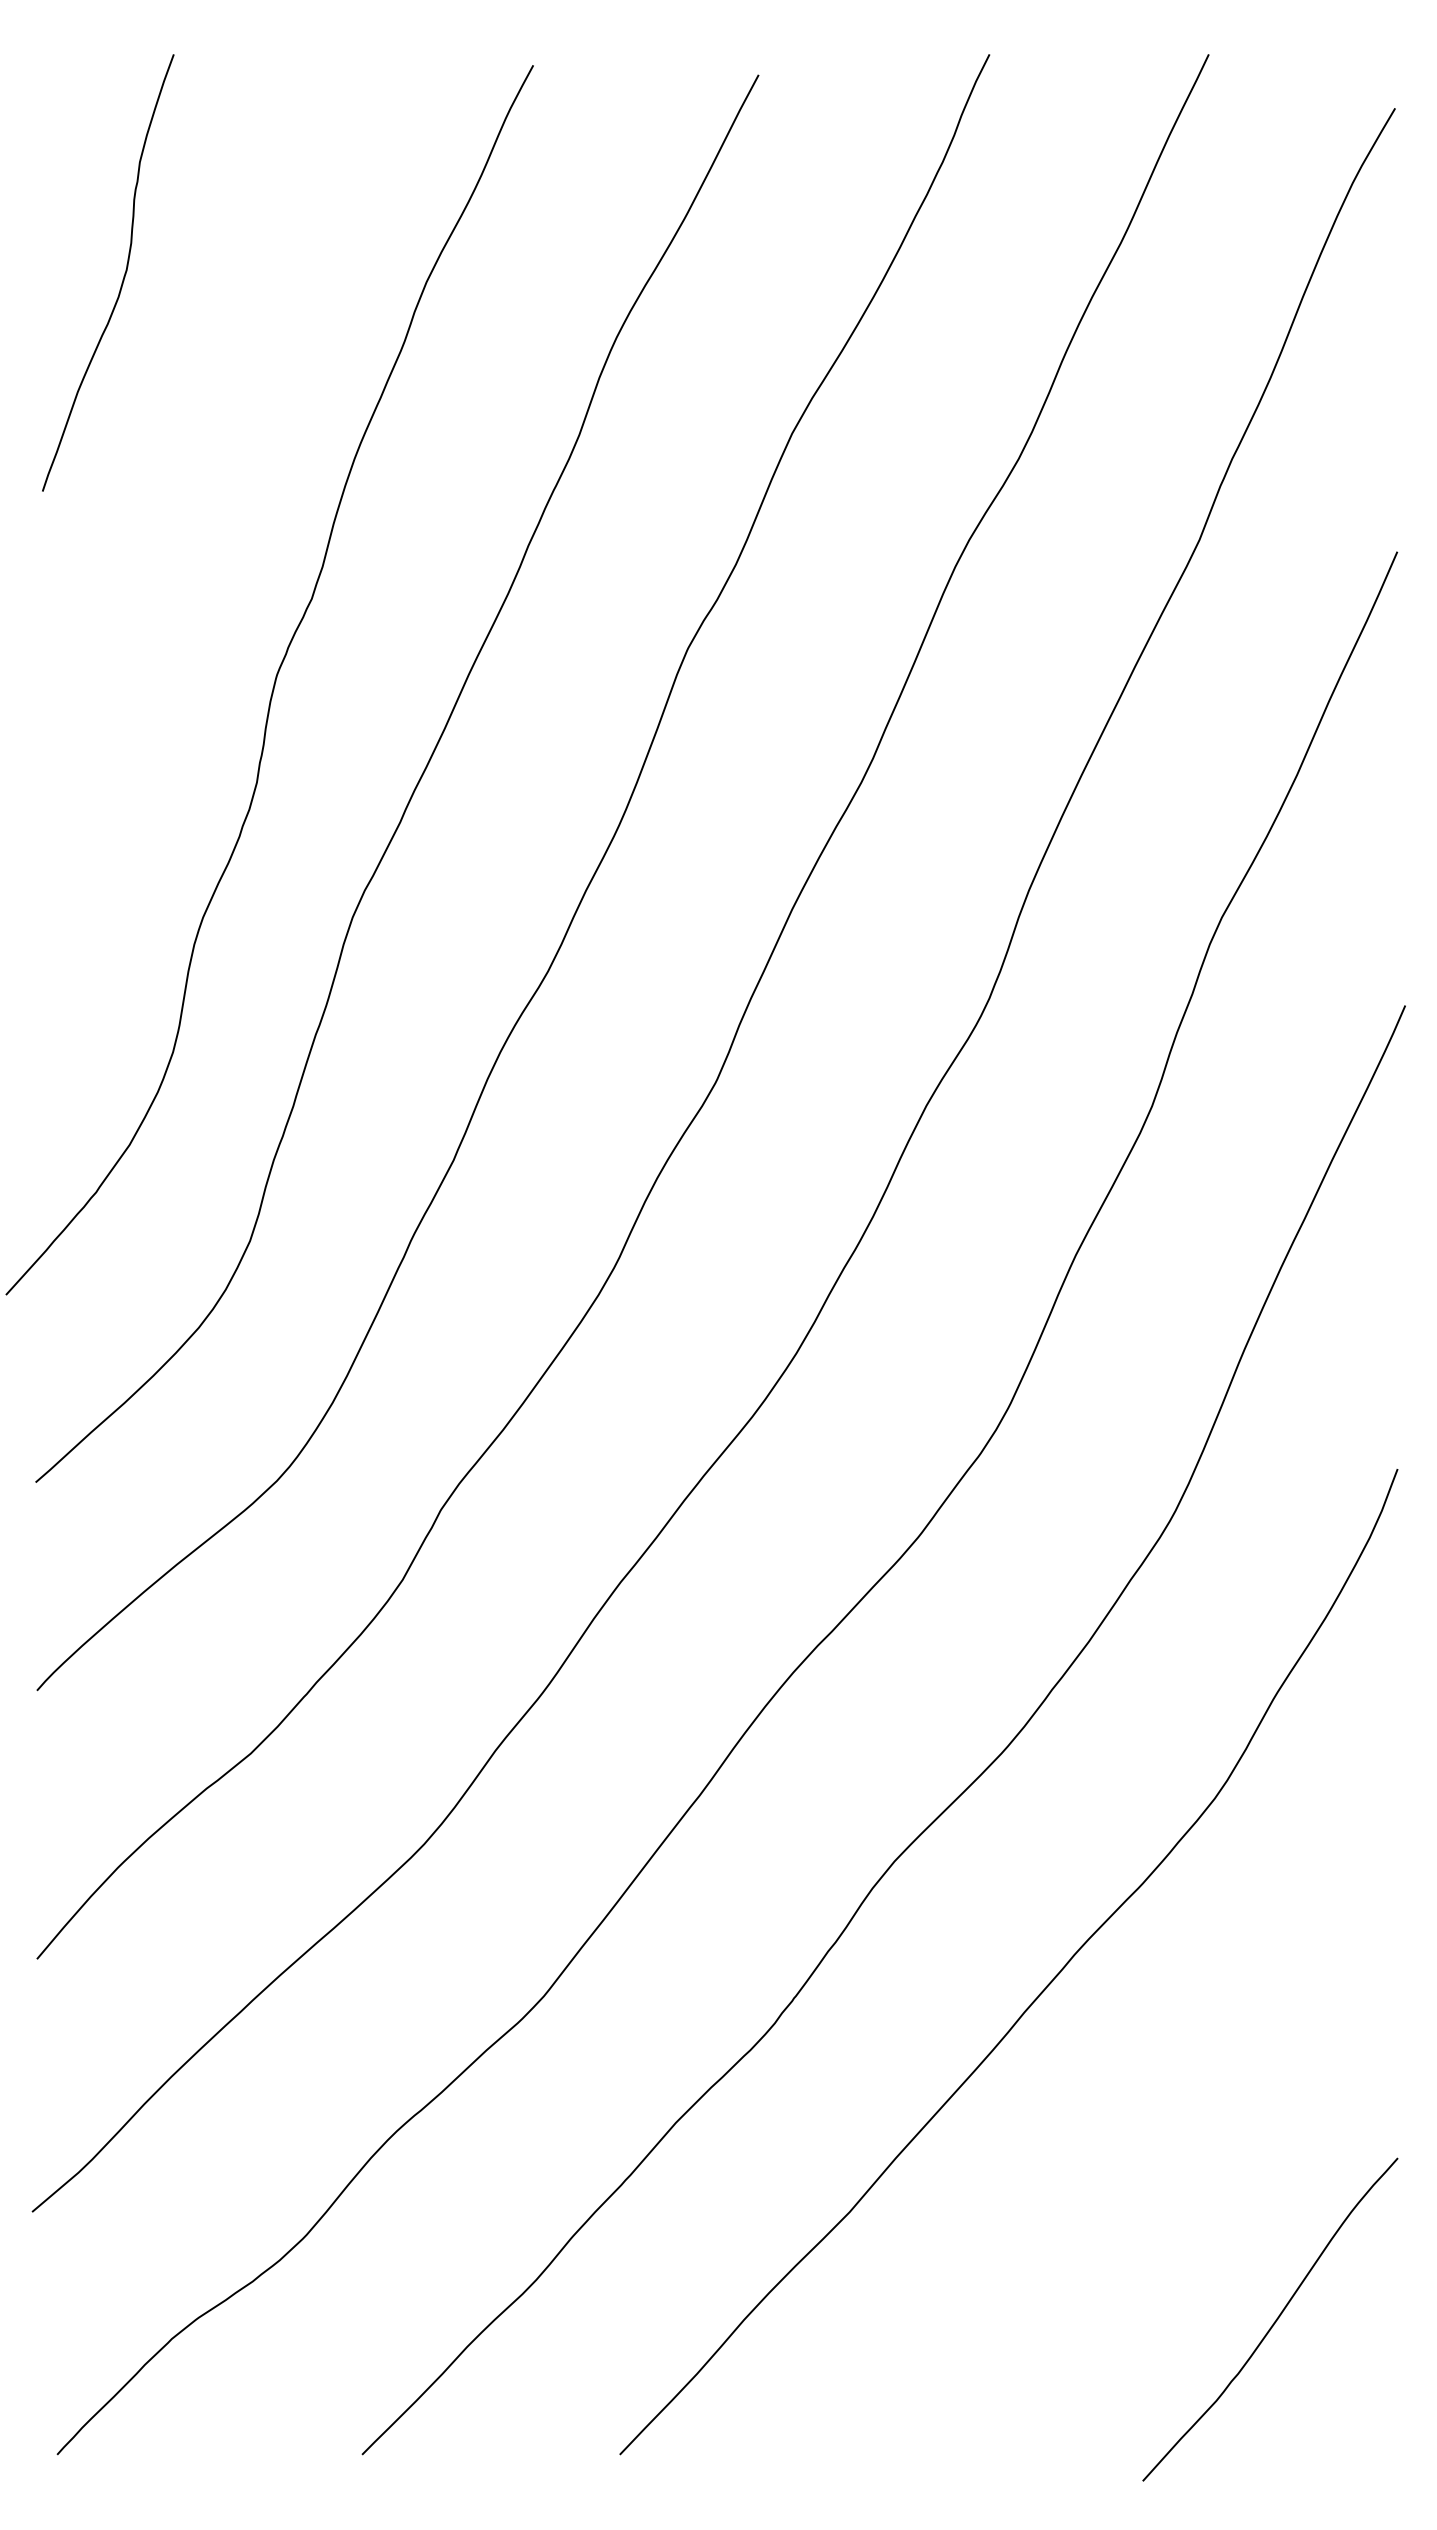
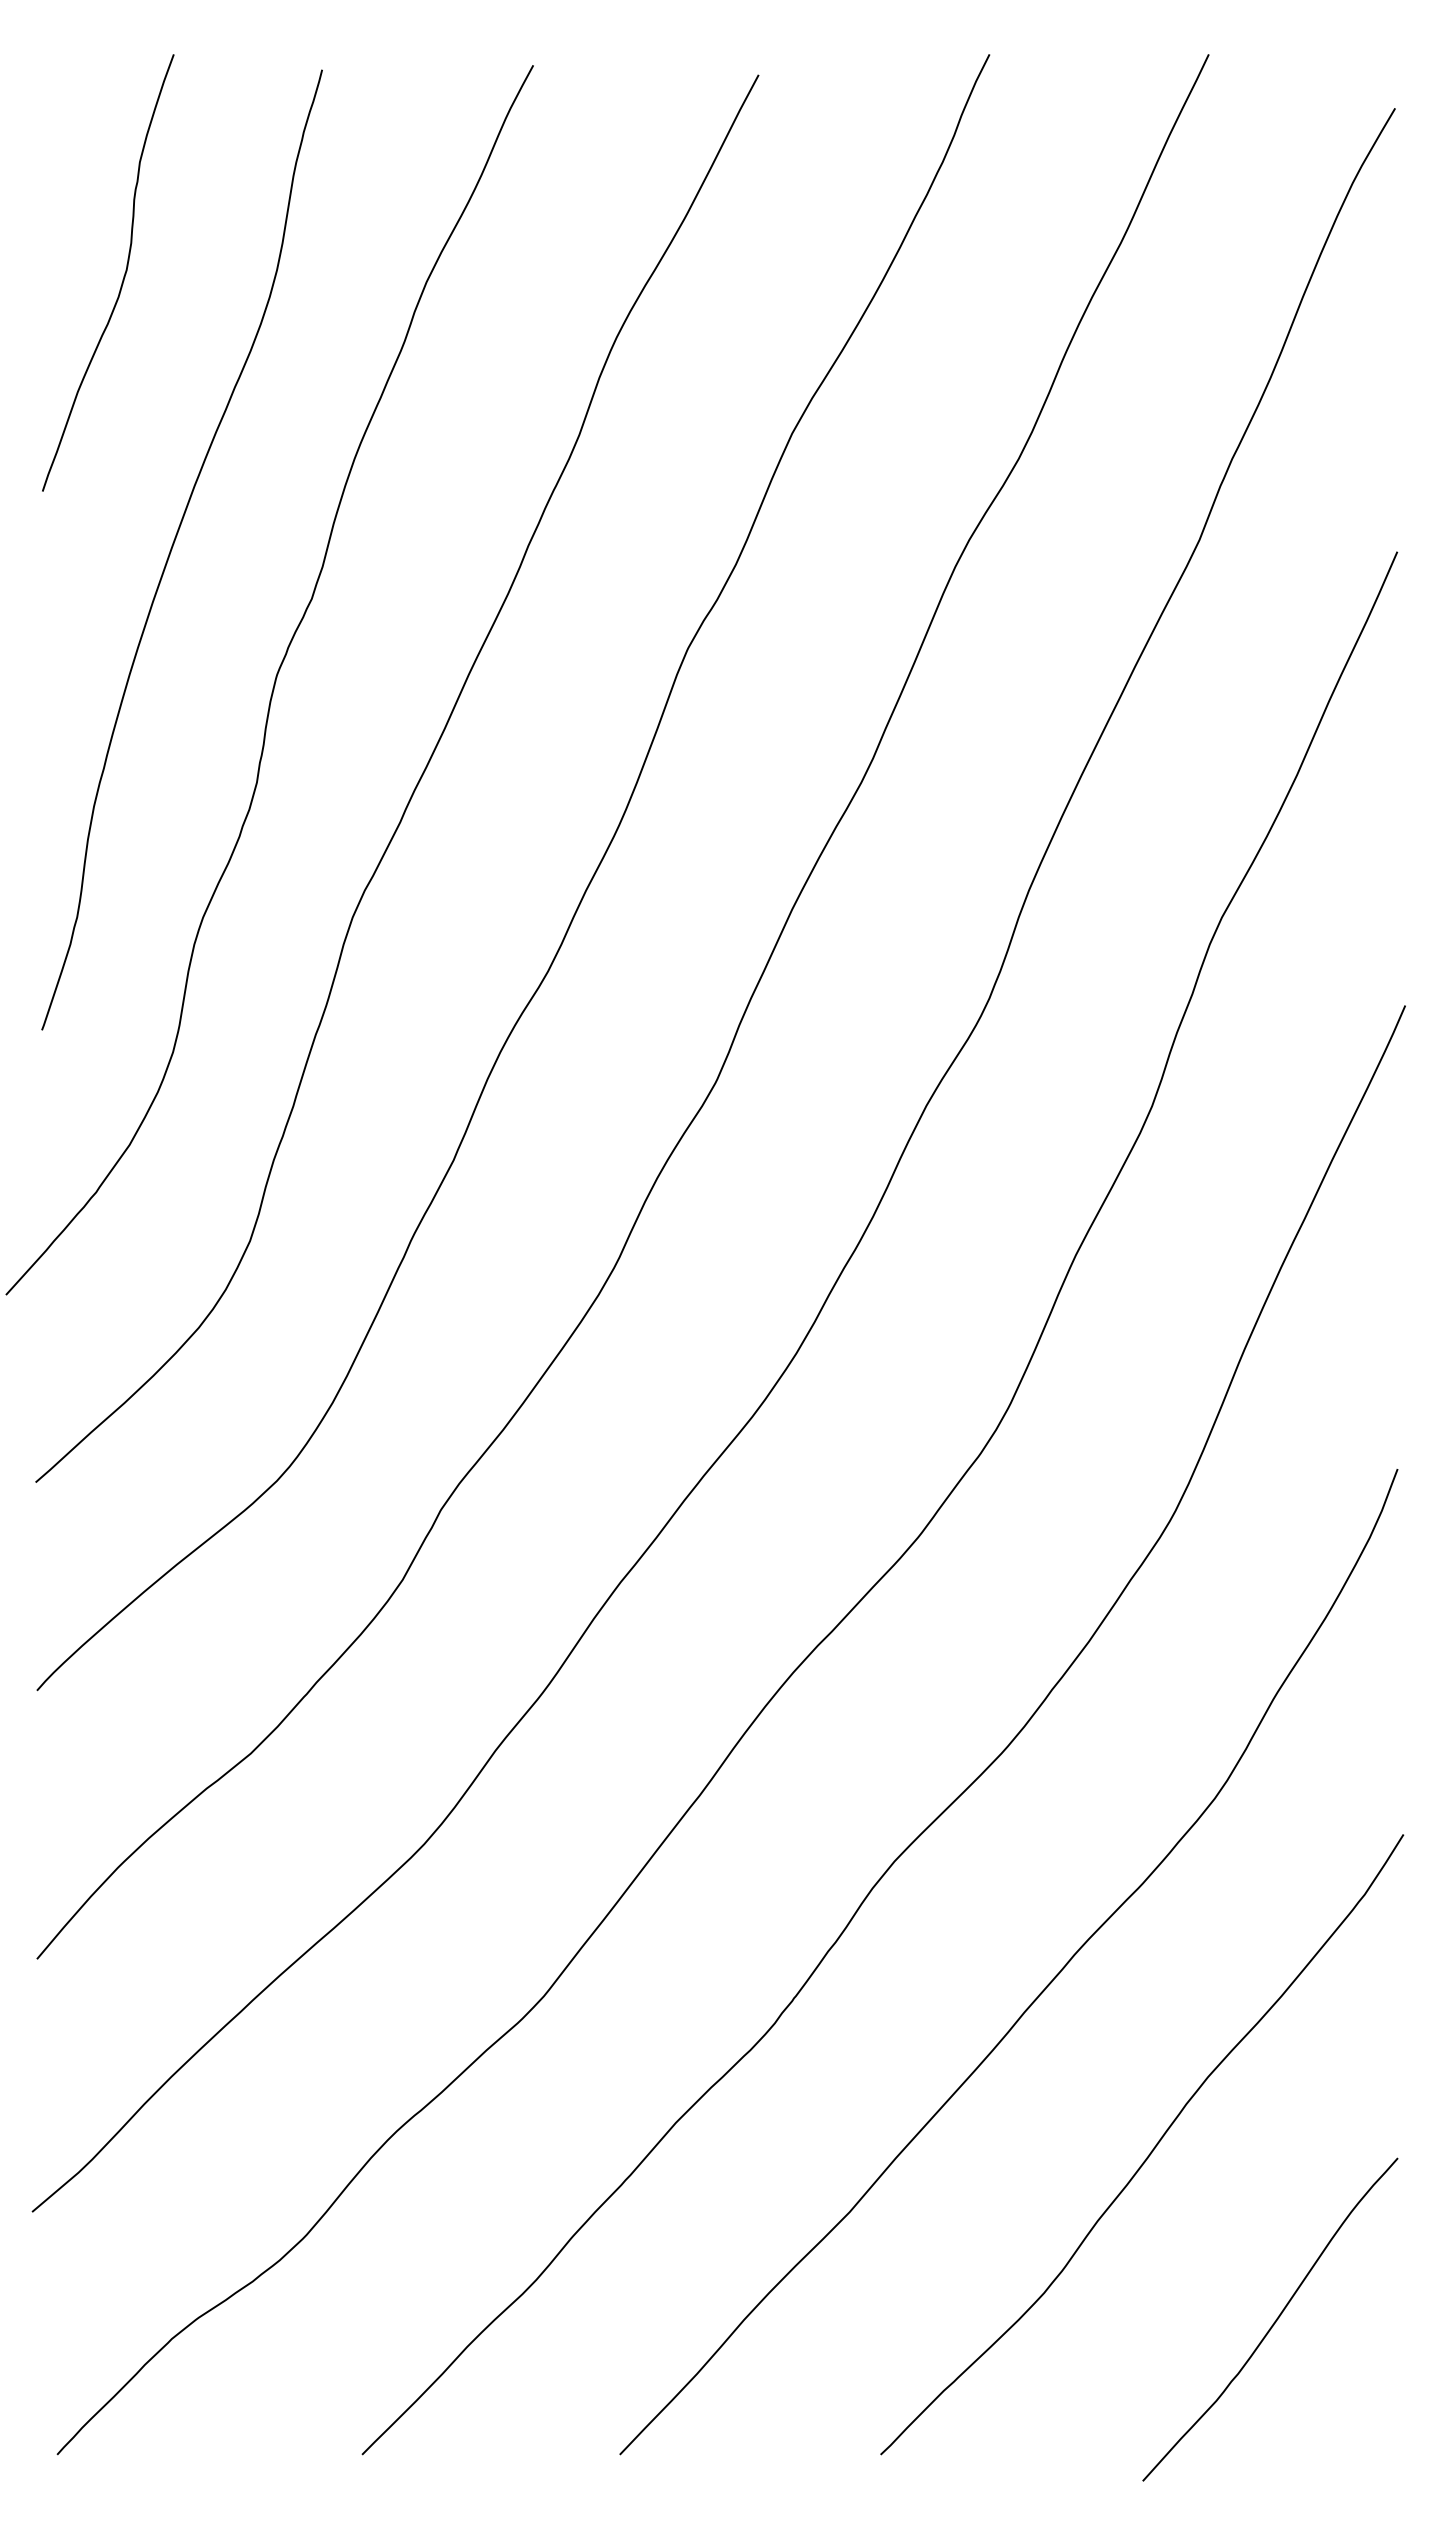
curve at (173, 546): none -> present
curve at (1151, 2150): none -> present
